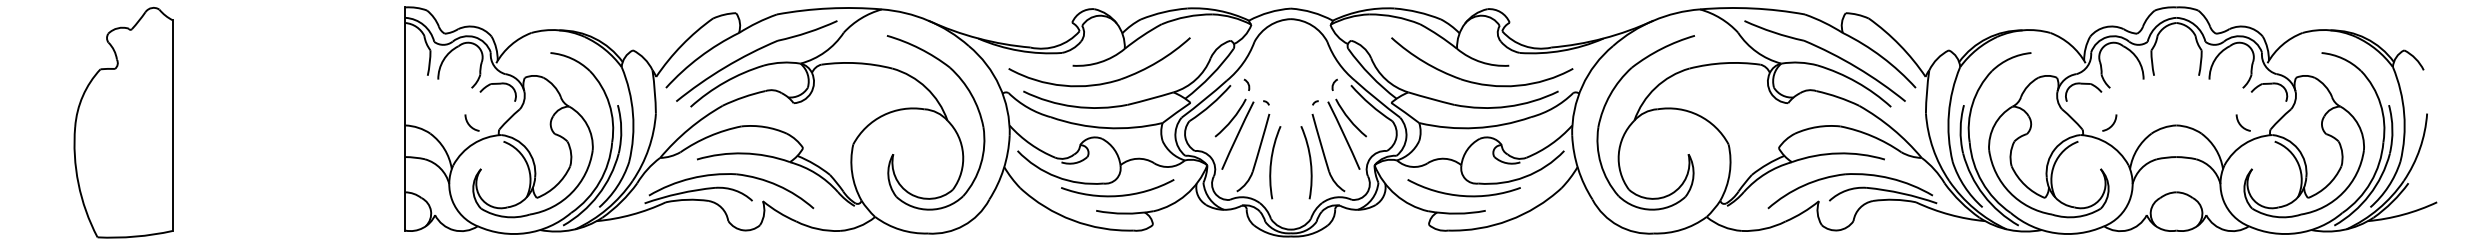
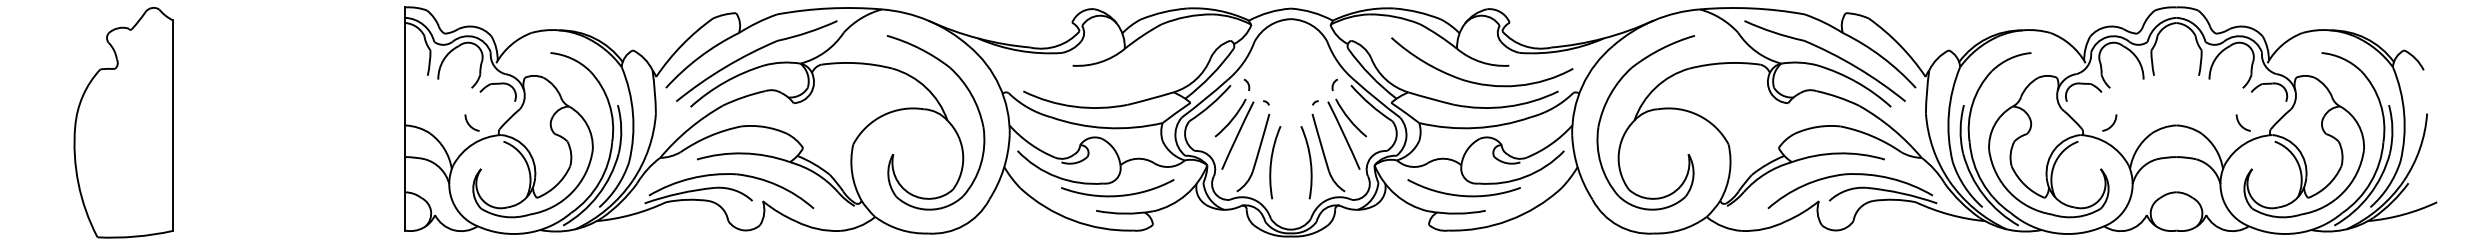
part at (1103, 82): present -> none
